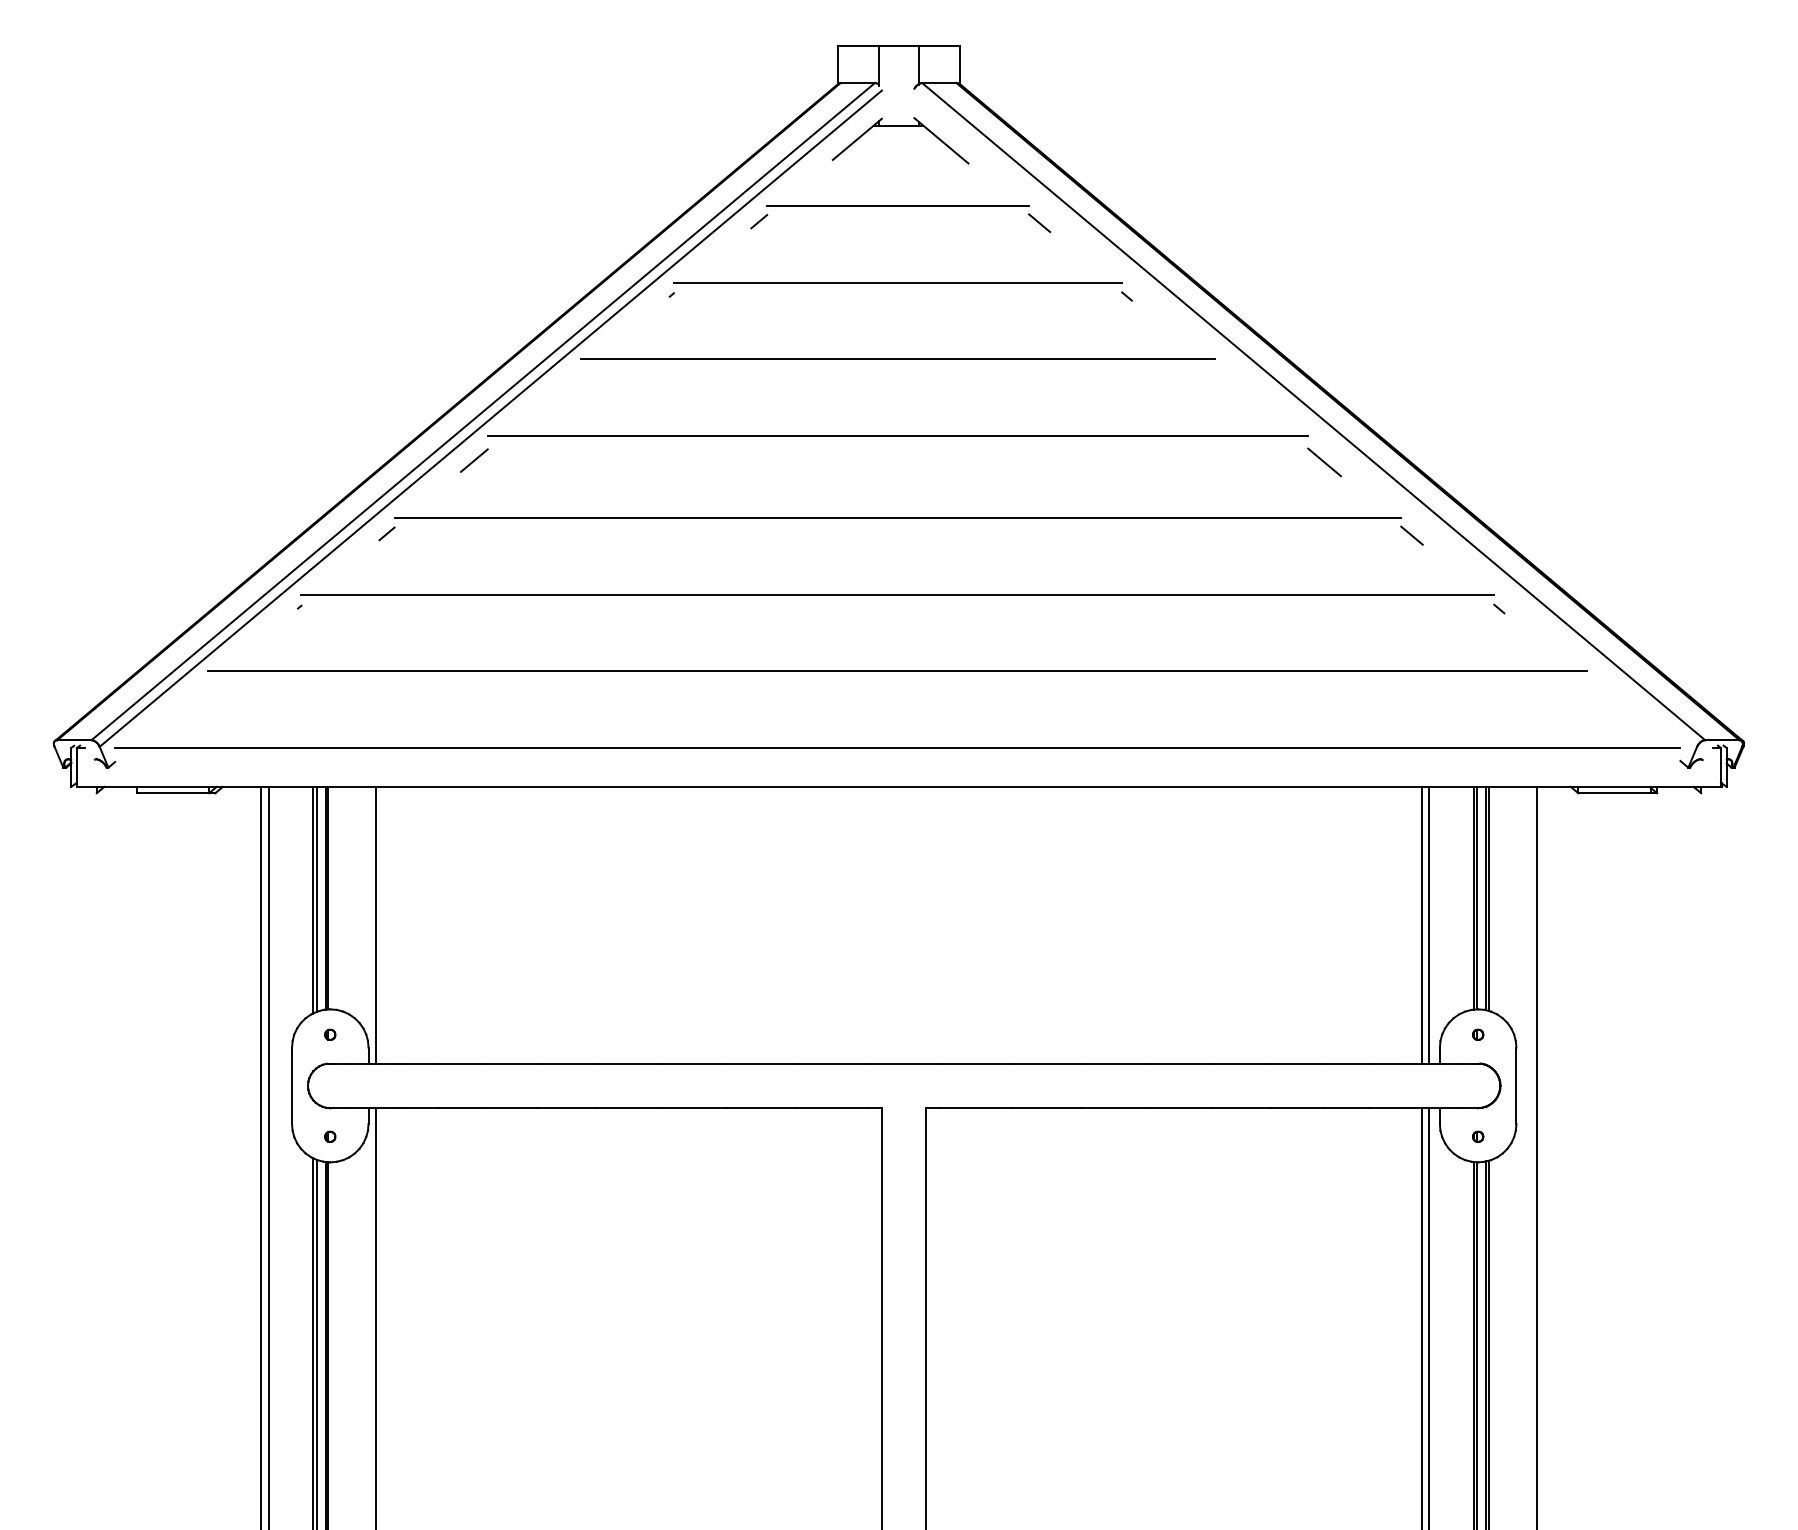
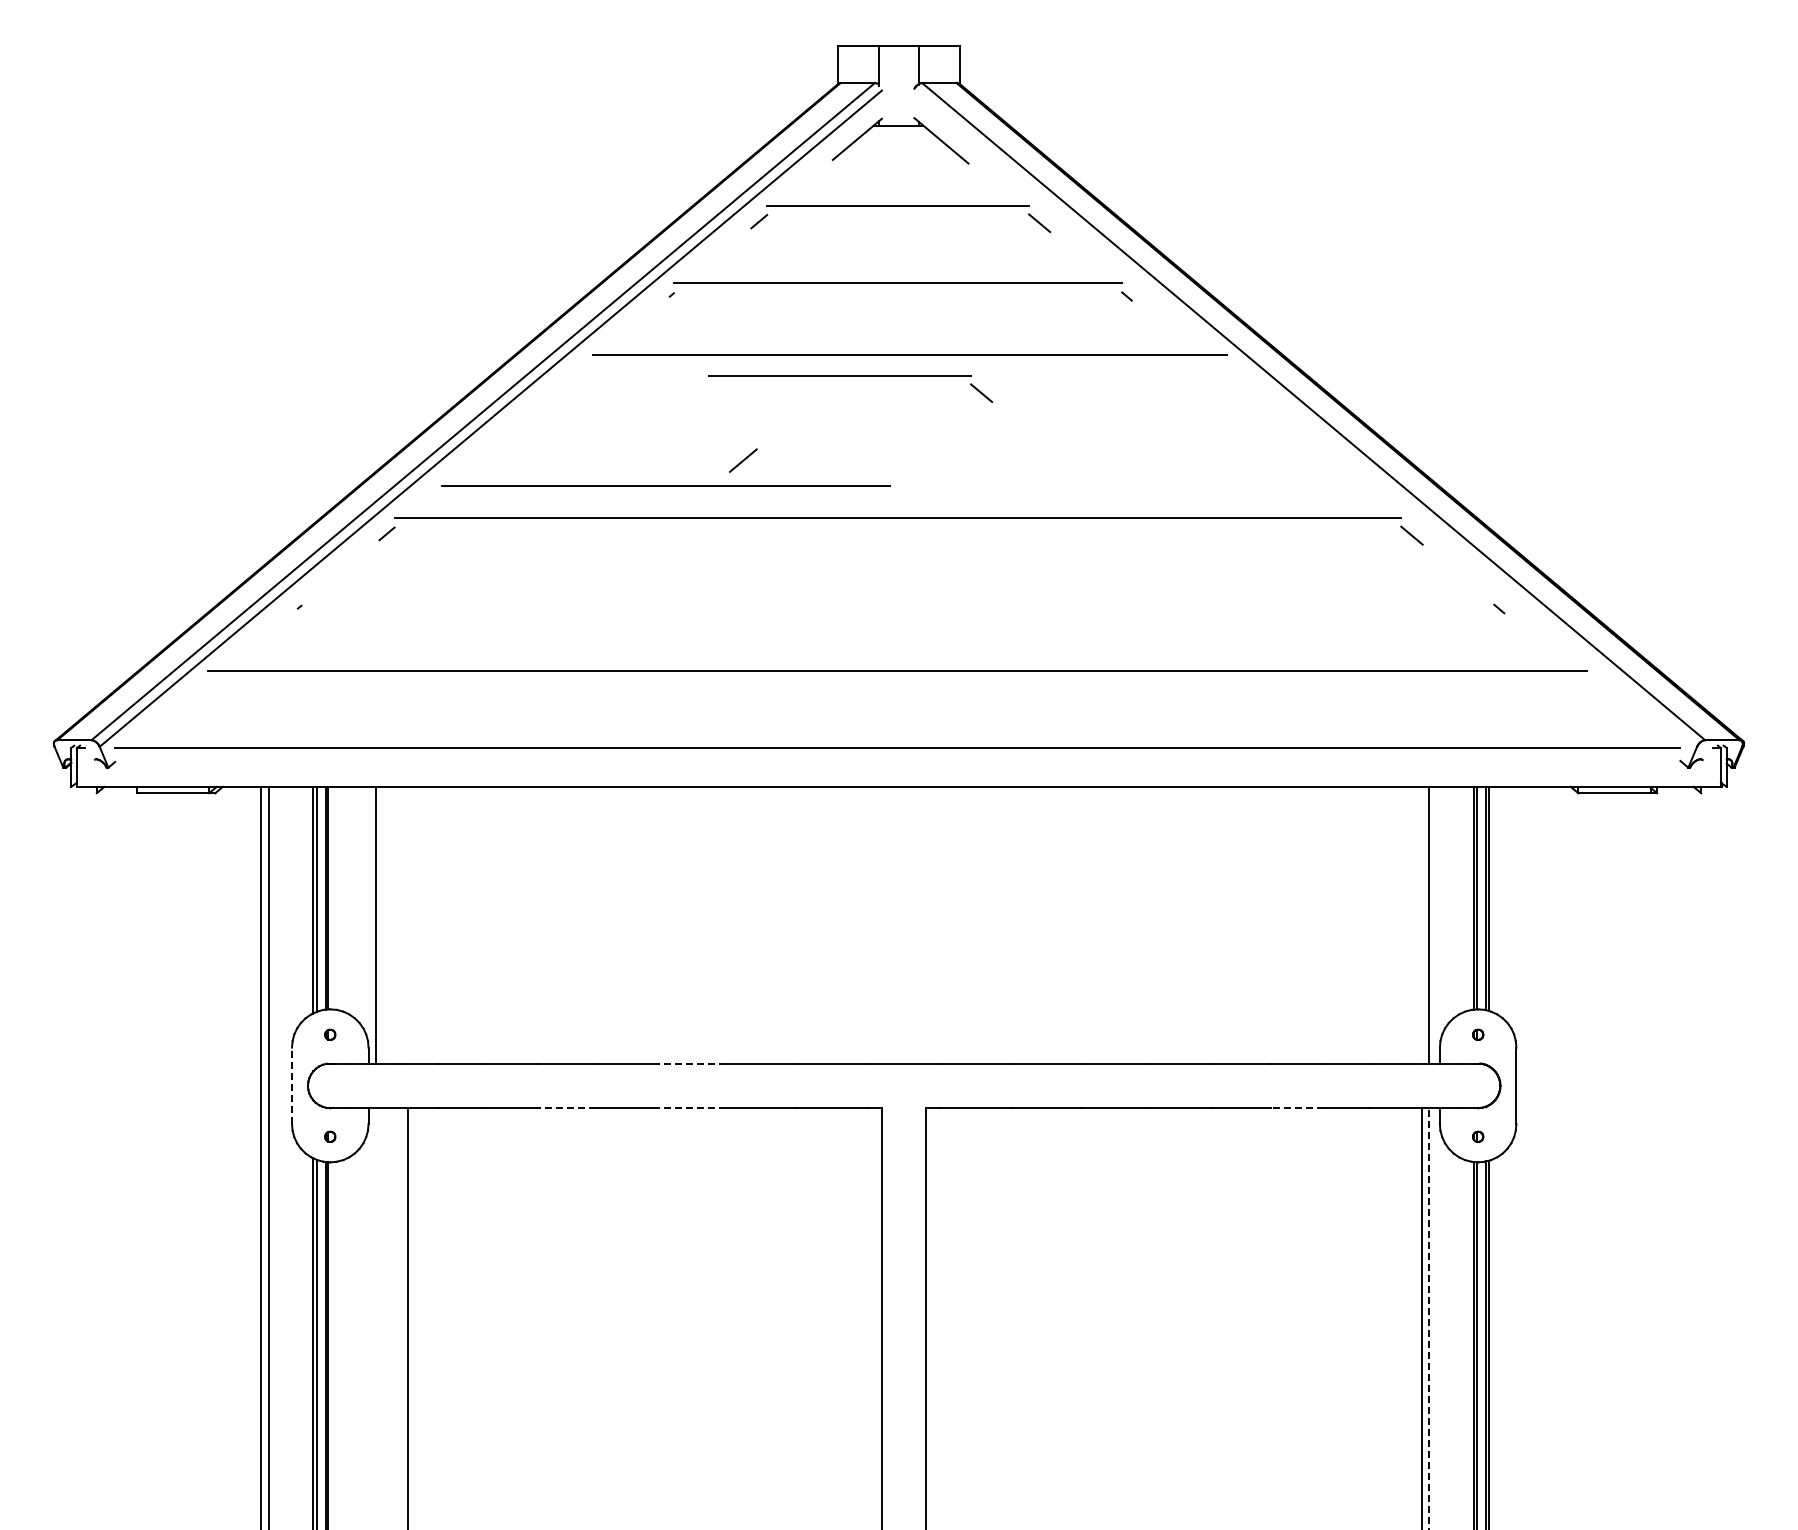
line at (897, 358) position: (897, 358) -> (909, 354)
part at (850, 376): none -> present
line at (897, 435): present -> none
line at (473, 460) position: (473, 460) -> (742, 460)
line at (1324, 462): present -> none
line at (665, 485): none -> present
line at (897, 594): present -> none
line at (1421, 924): present -> none
line at (692, 1063): solid -> dashed
line at (292, 1085): solid -> dashed
line at (566, 1108): solid -> dashed
line at (692, 1108): solid -> dashed
line at (1296, 1108): solid -> dashed
line at (1536, 1156): present -> none
line at (376, 1317) position: (376, 1317) -> (408, 1317)
line at (1429, 1319): solid -> dashed
